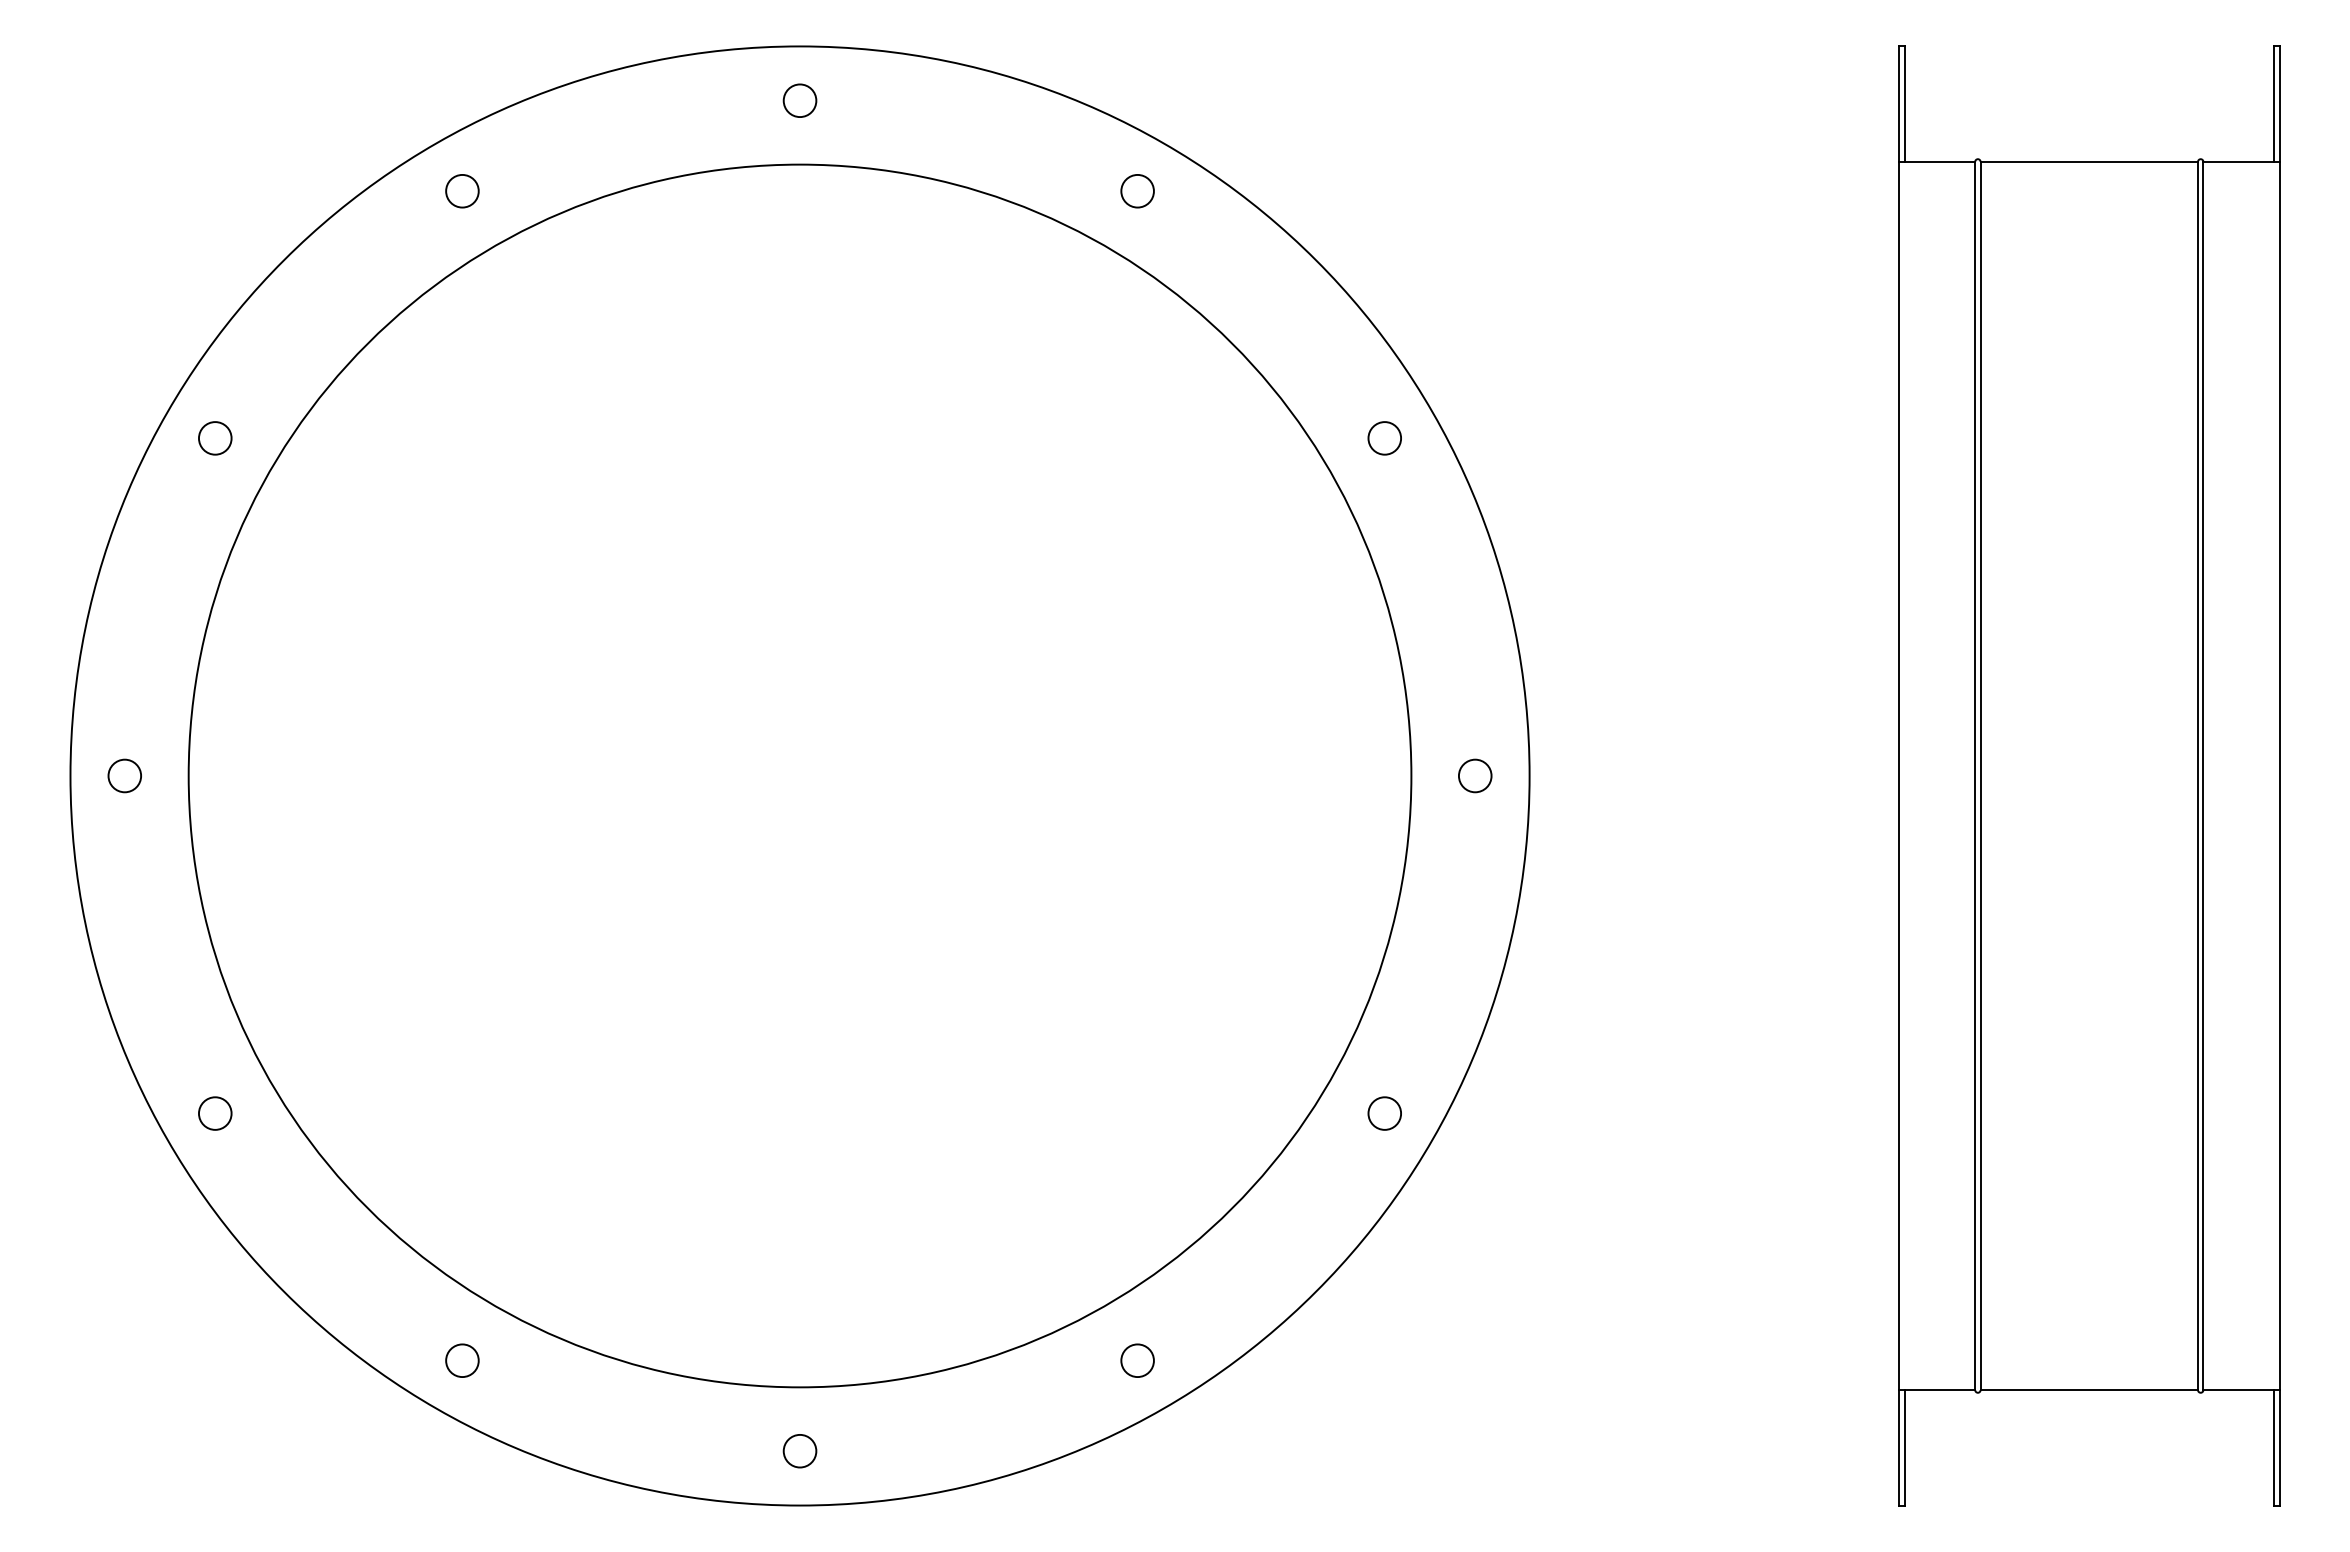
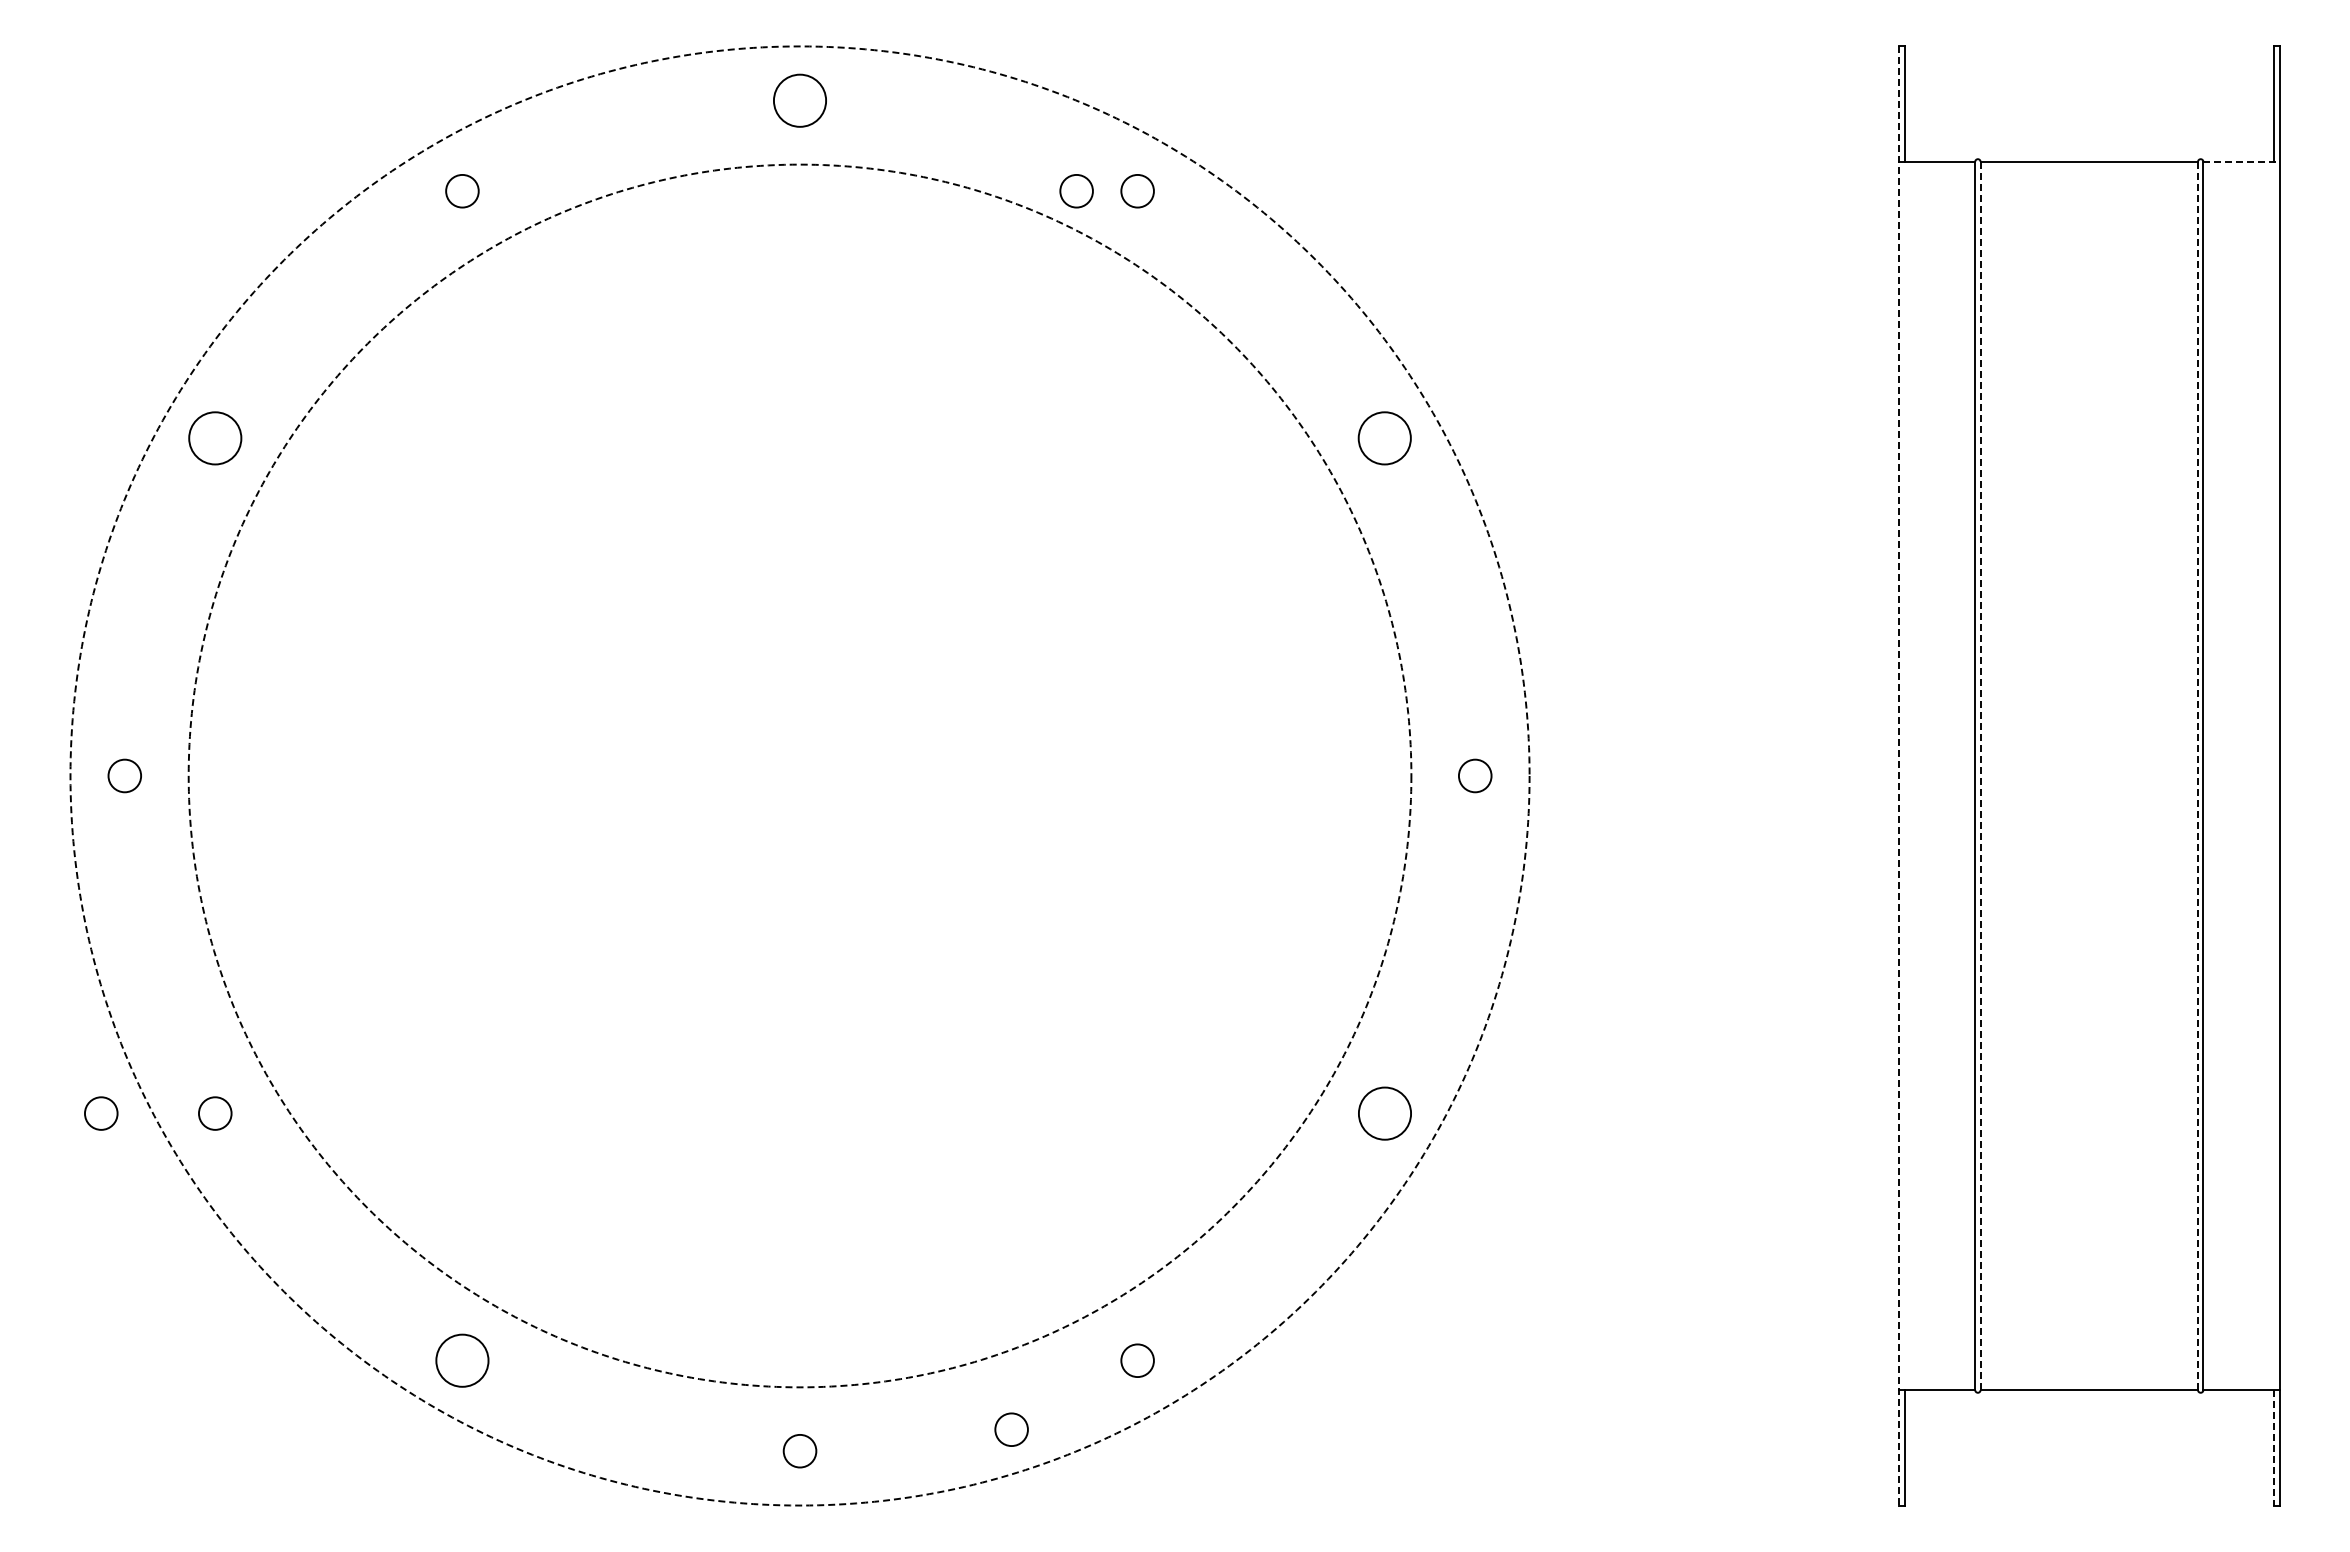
circle at (799, 100) diameter: 33 px -> 52 px
line at (2241, 161): solid -> dashed
circle at (1076, 191): none -> present
circle at (214, 438) diameter: 33 px -> 52 px
circle at (1384, 438) diameter: 33 px -> 52 px
circle at (799, 775): solid -> dashed
circle at (799, 775): solid -> dashed
line at (1899, 775): solid -> dashed
line at (1980, 776): solid -> dashed
line at (2197, 776): solid -> dashed
circle at (101, 1113): none -> present
circle at (1384, 1113) size: 35x35 px -> 54x55 px
circle at (462, 1360) diameter: 33 px -> 52 px
circle at (1011, 1429): none -> present
line at (2274, 1447): solid -> dashed
